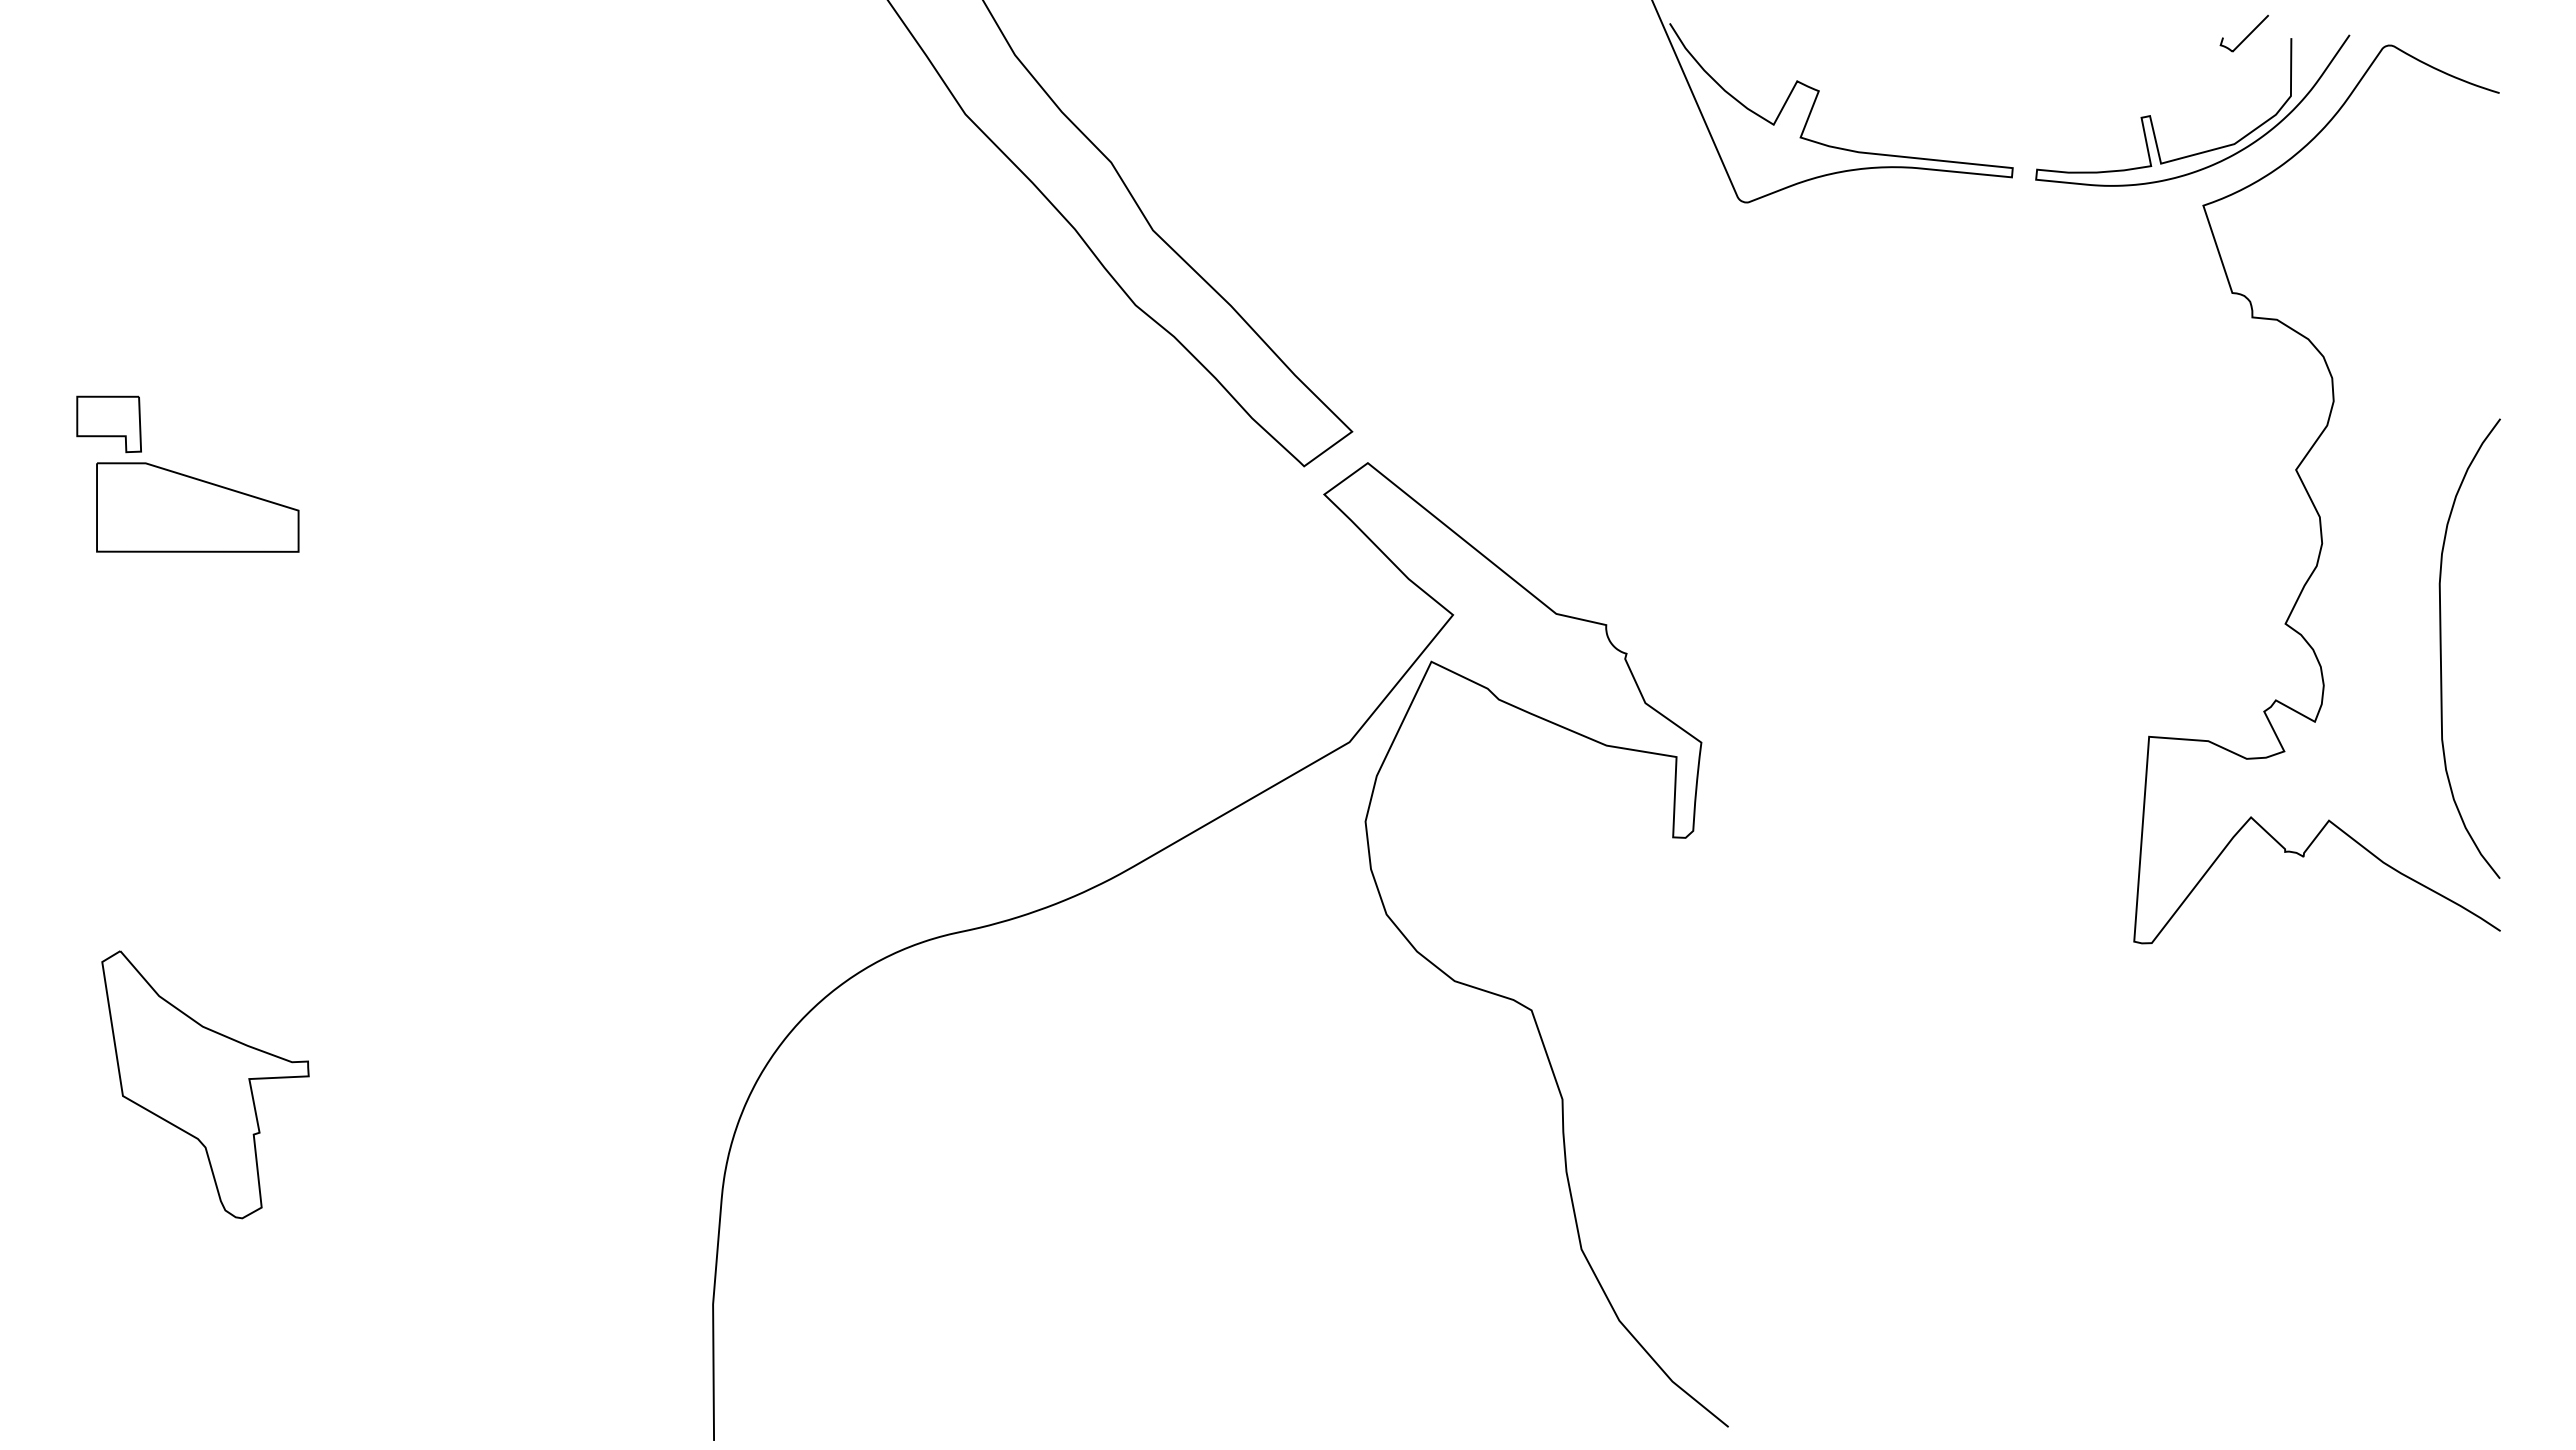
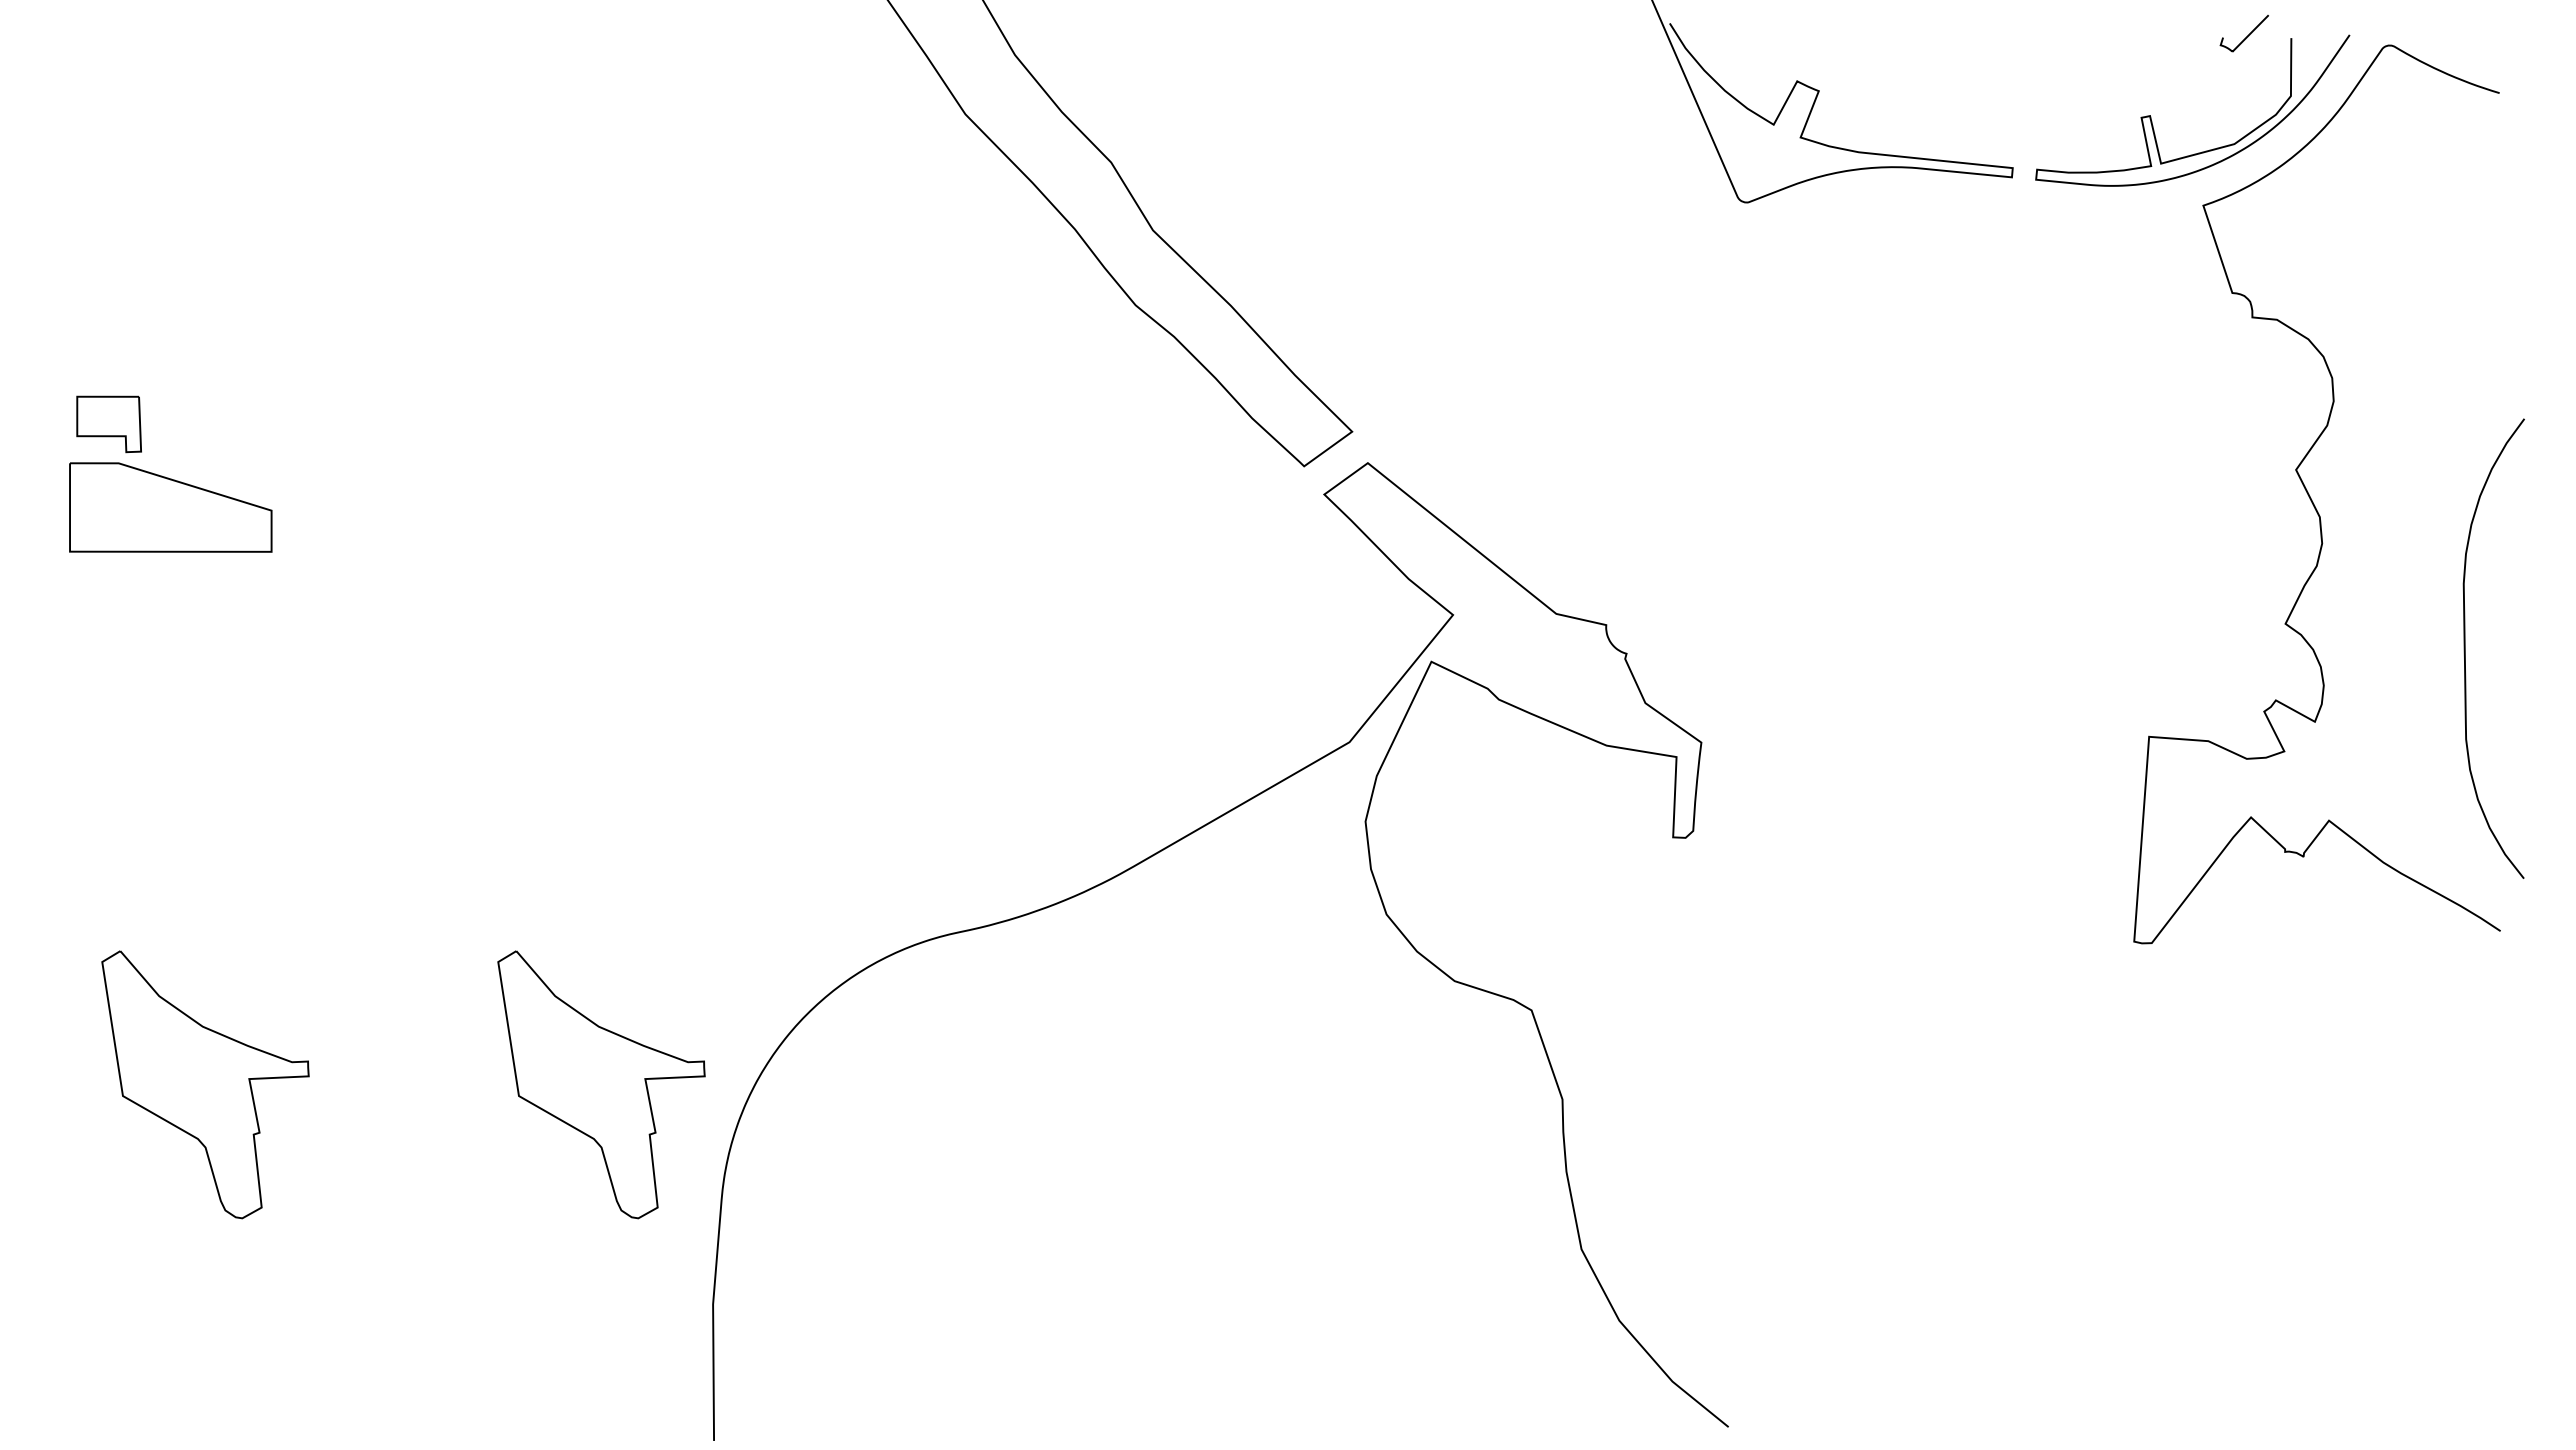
part at (197, 507) position: (197, 507) -> (170, 507)
curve at (2441, 648) position: (2441, 648) -> (2465, 648)
part at (601, 1084): none -> present
